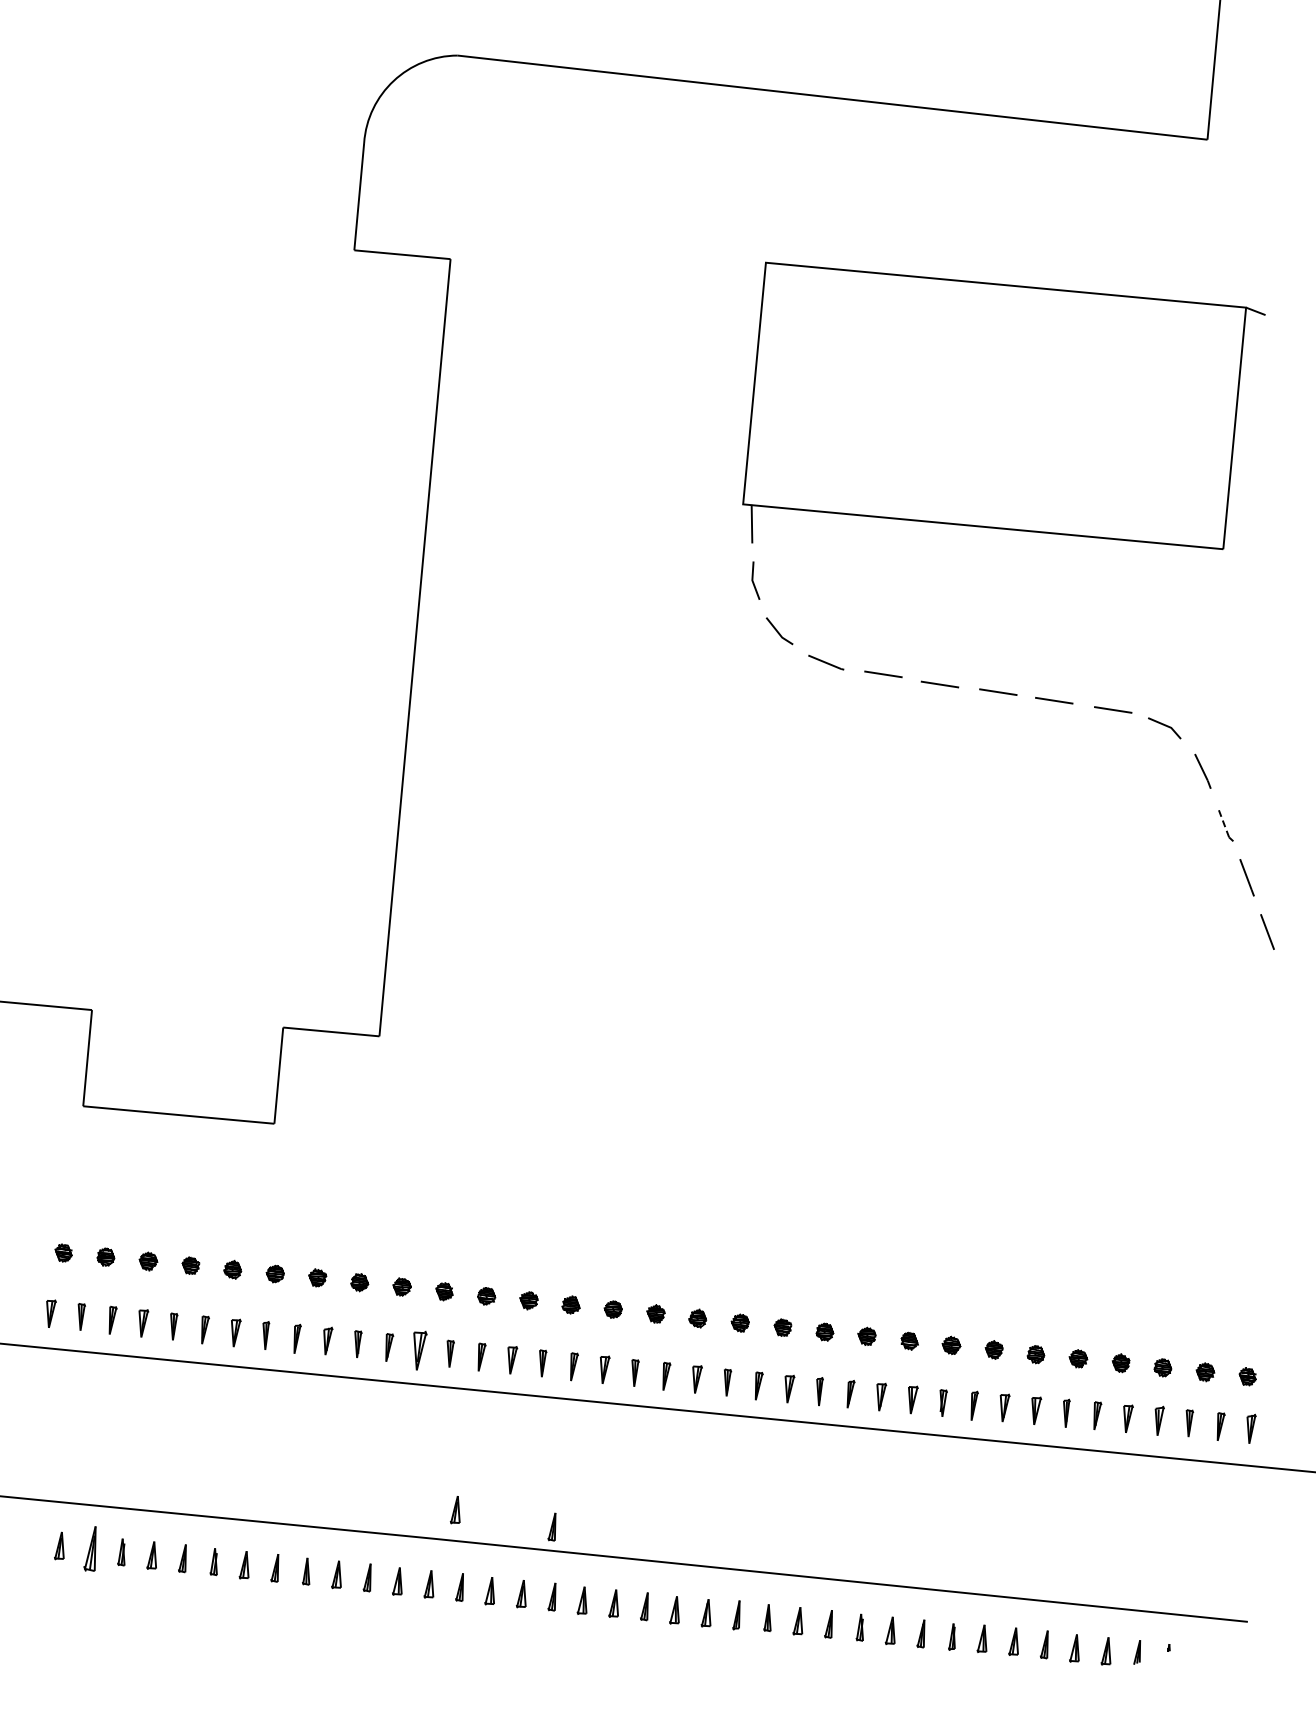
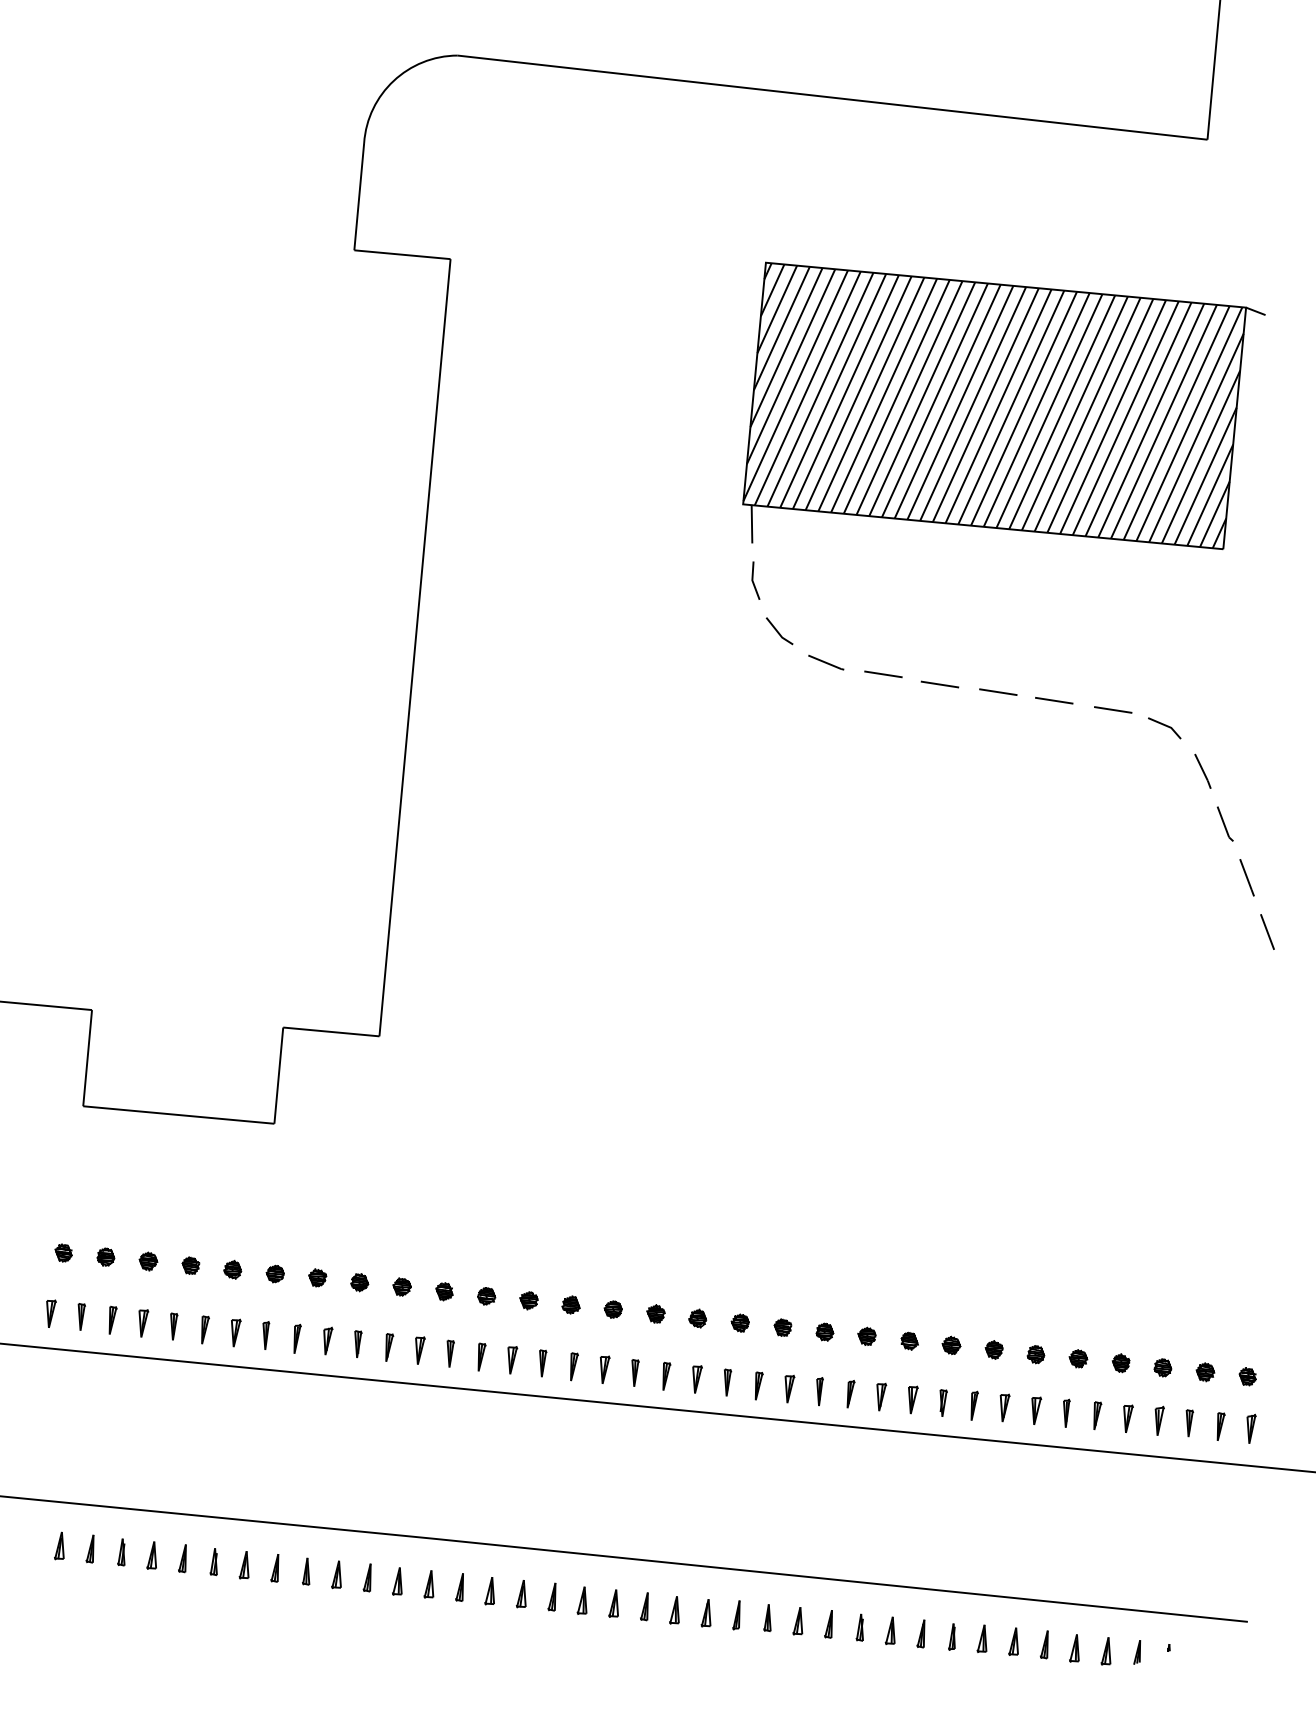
hatch at (993, 405): none -> present
line at (1223, 821): dashed -> solid
part at (420, 1350) size: 15x41 px -> 11x29 px
part at (455, 1510): present -> none
part at (551, 1526): present -> none
part at (89, 1548) size: 14x46 px -> 10x30 px
